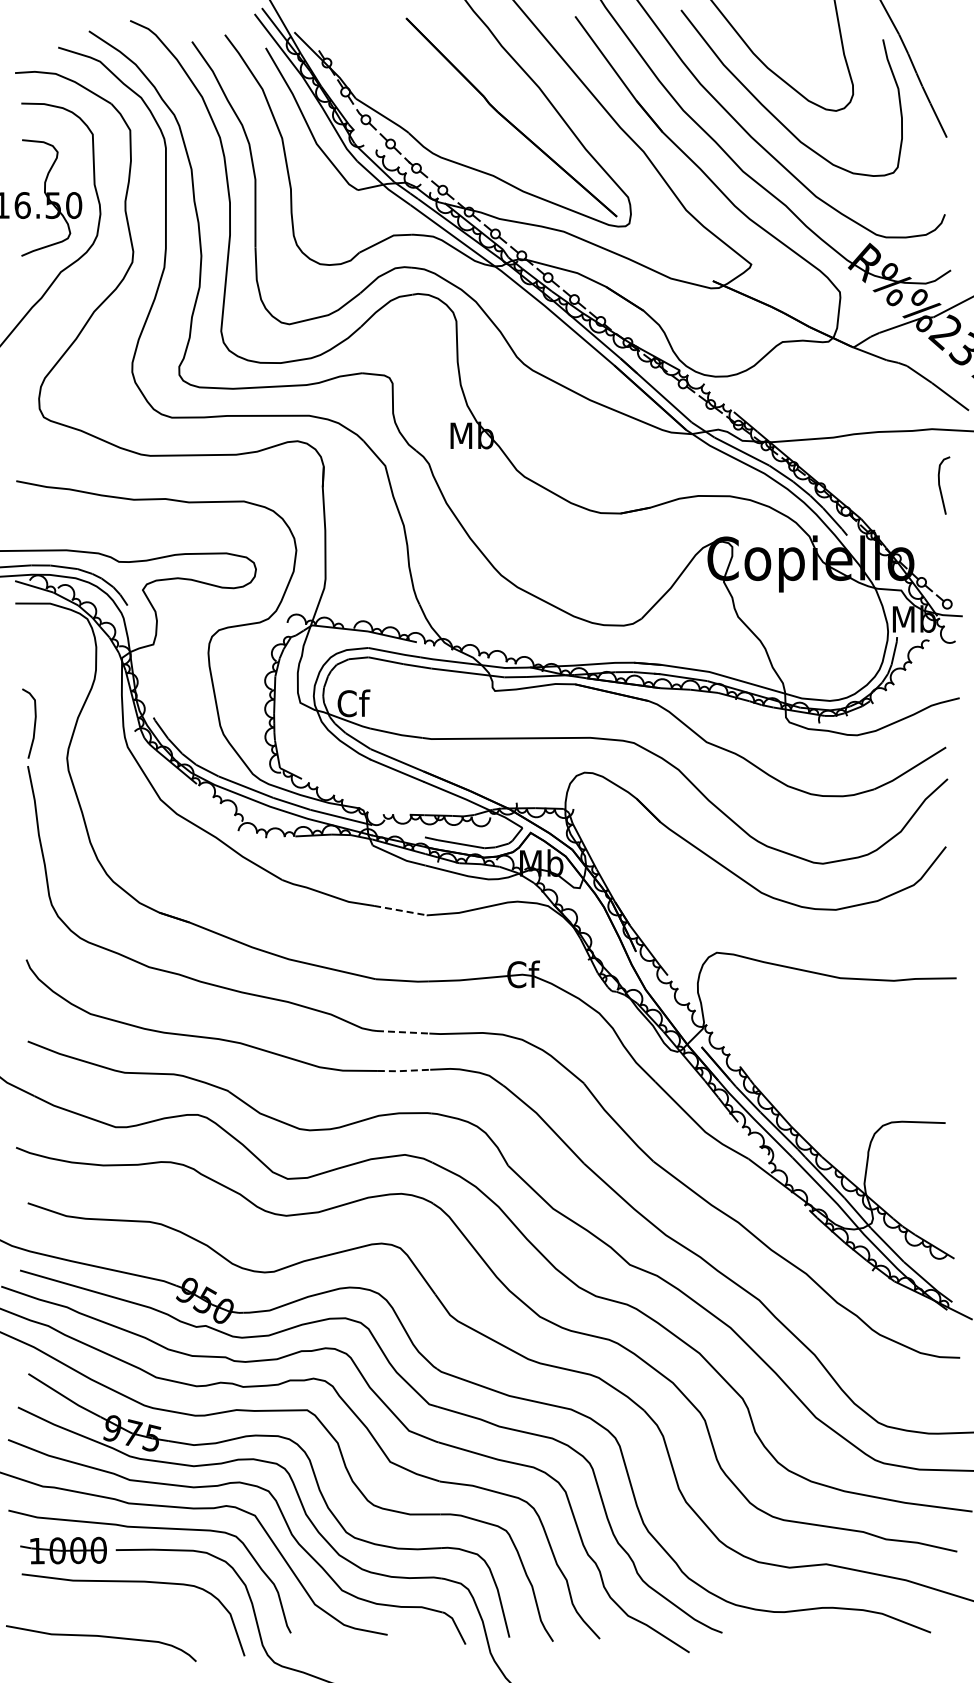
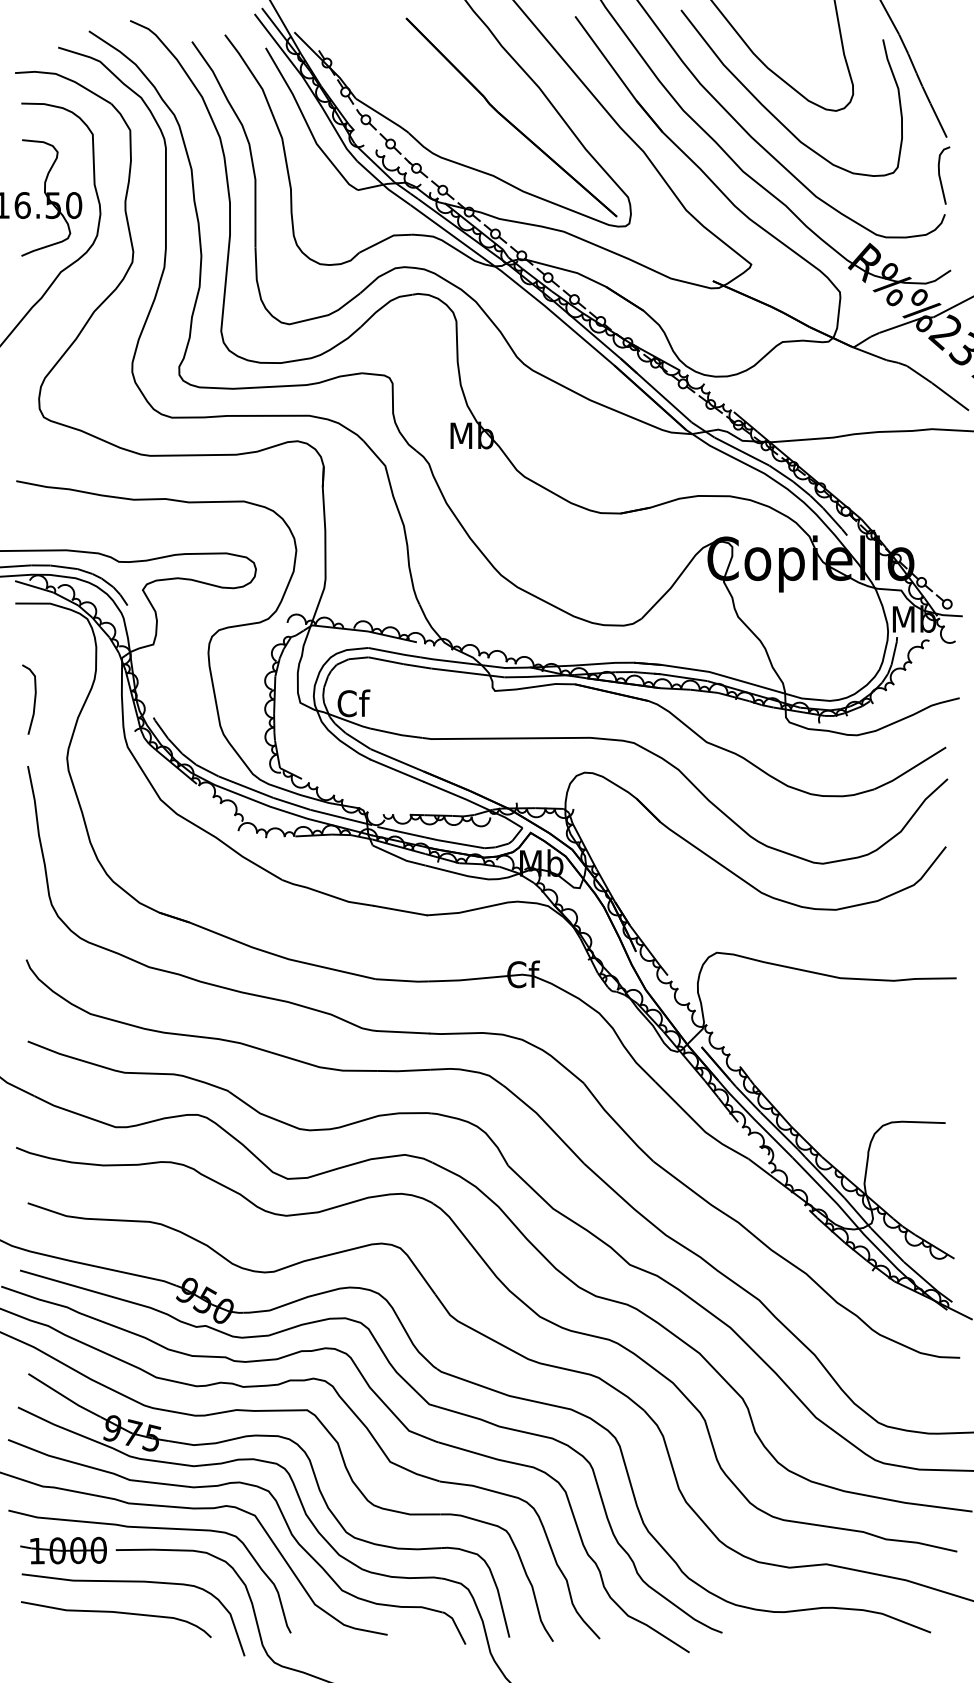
curve at (940, 485) position: (940, 485) -> (940, 175)
curve at (34, 723) position: (34, 723) -> (34, 699)
line at (400, 831): none -> present
line at (400, 910): dashed -> solid
line at (403, 1032): dashed -> solid
line at (403, 1070): dashed -> solid
curve at (101, 1637) position: (101, 1637) -> (116, 1613)
